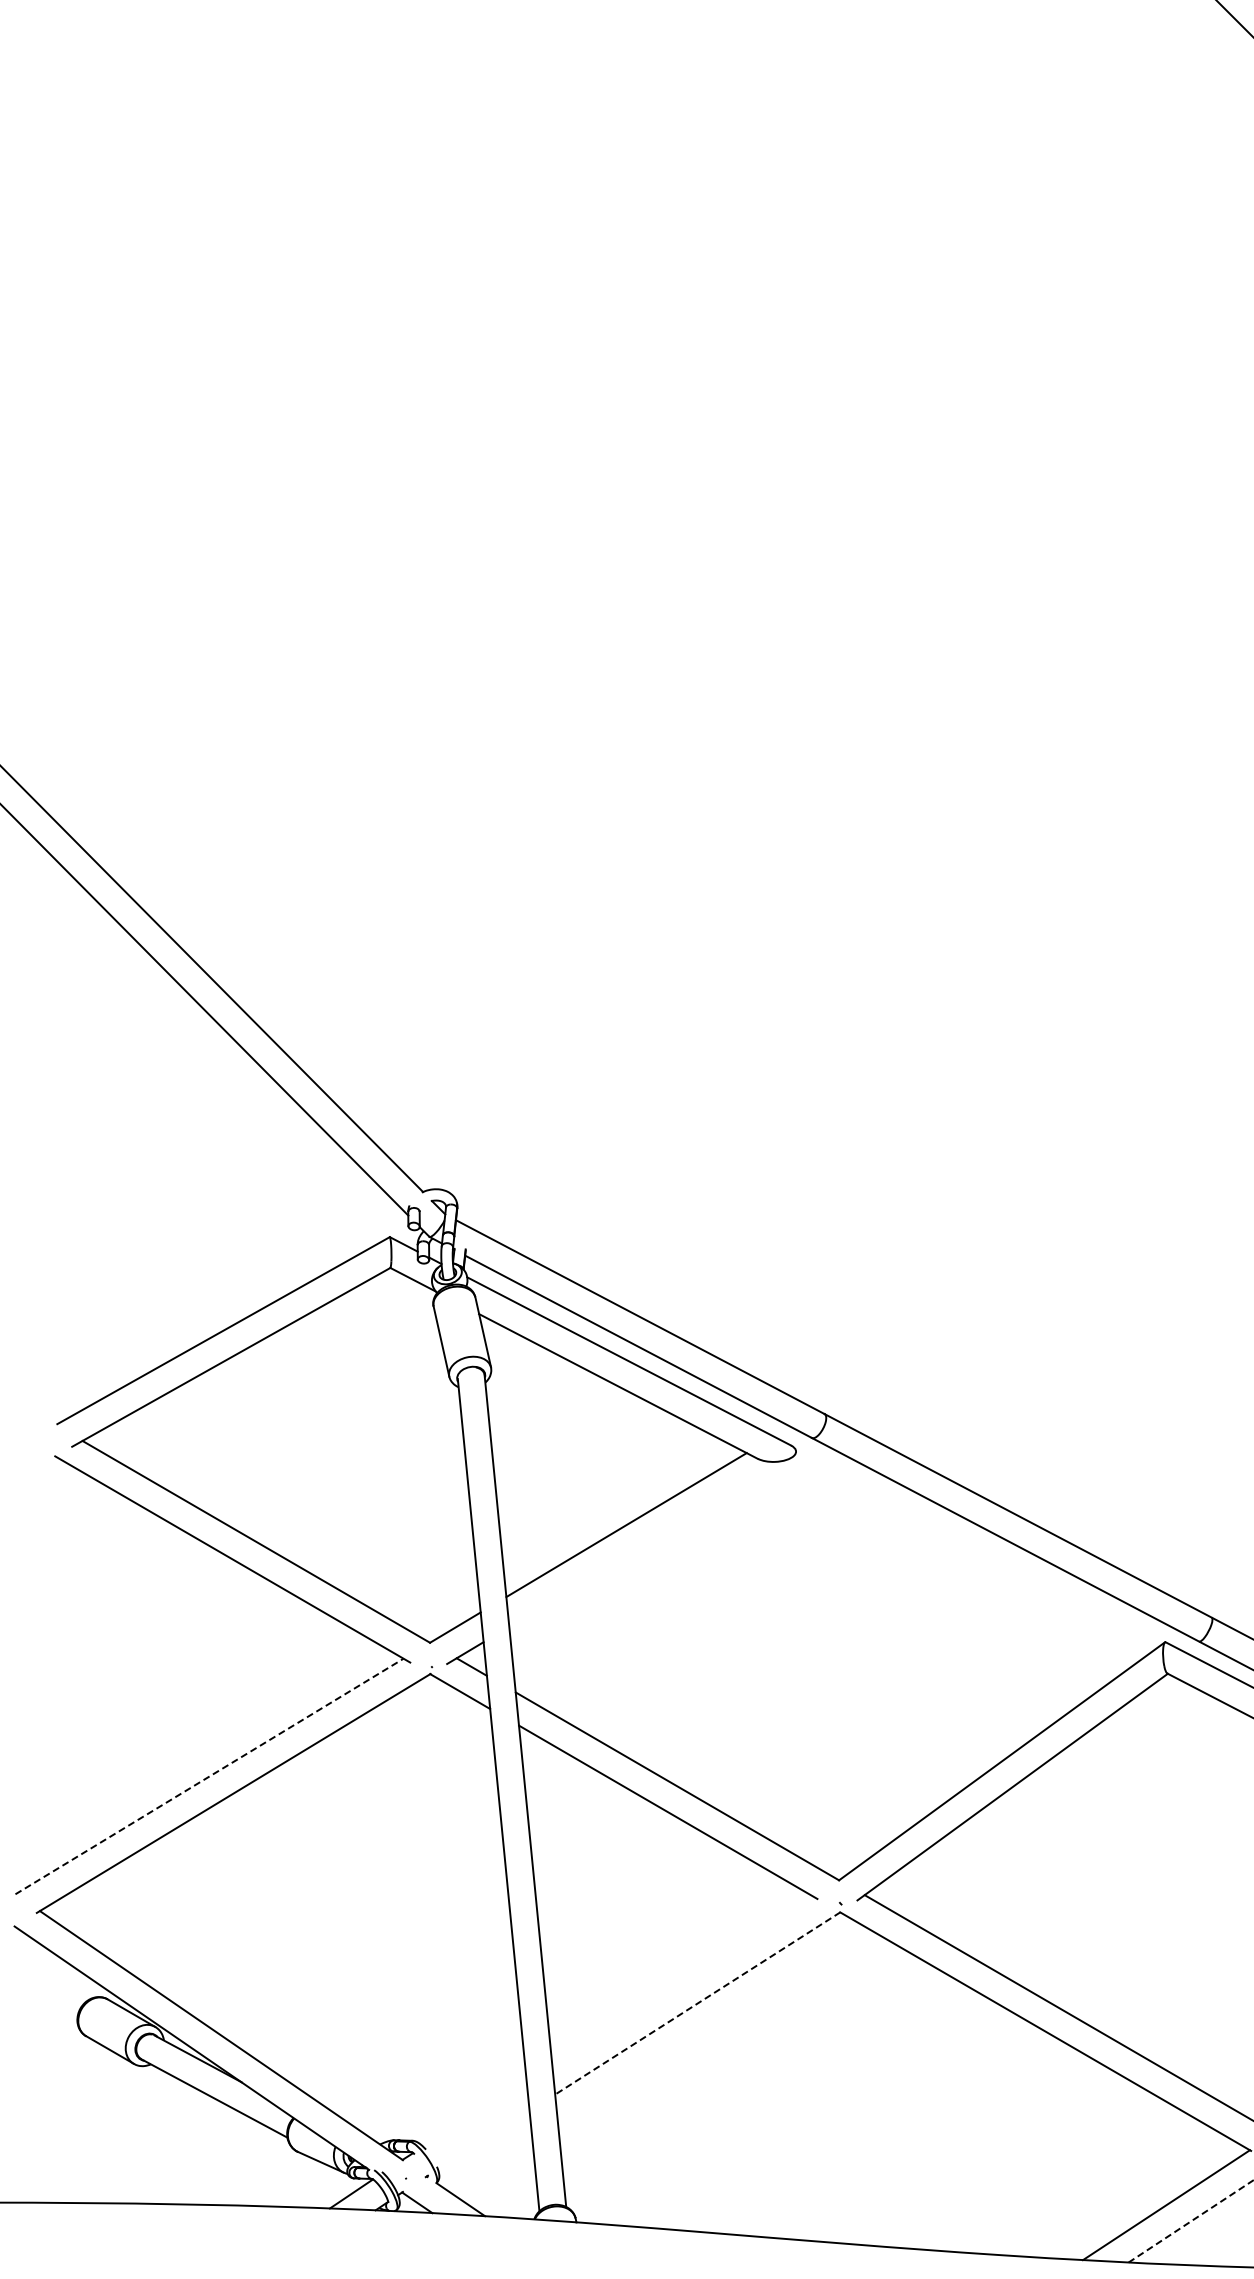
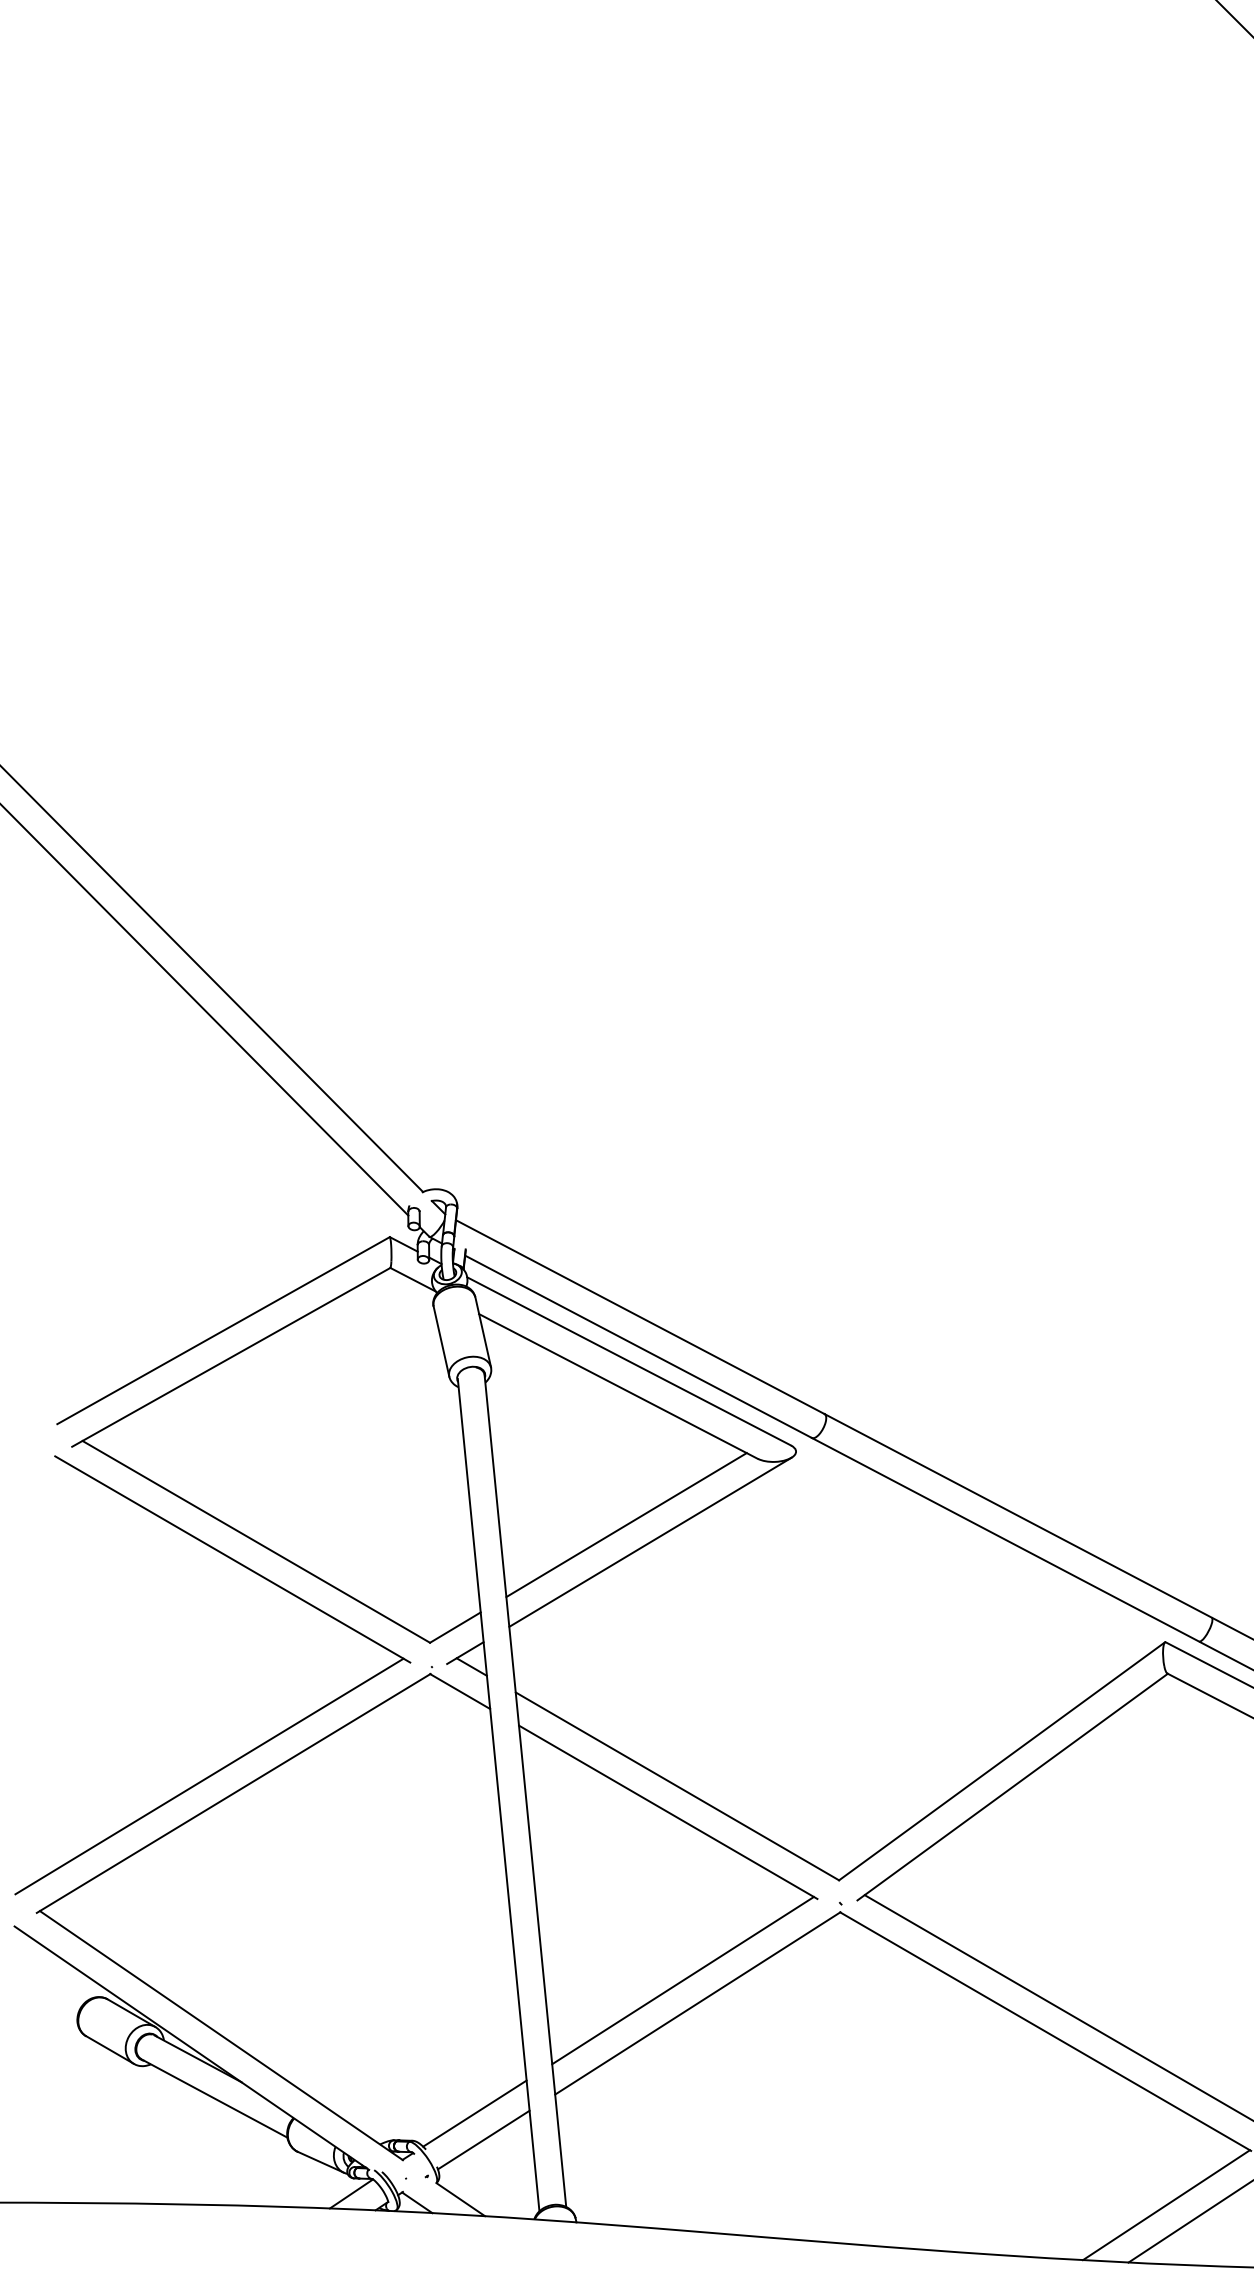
line at (650, 1541): none -> present
line at (209, 1776): dashed -> solid
line at (682, 1980): none -> present
line at (697, 2003): dashed -> solid
line at (474, 2113): none -> present
line at (483, 2139): none -> present
line at (1191, 2221): dashed -> solid
